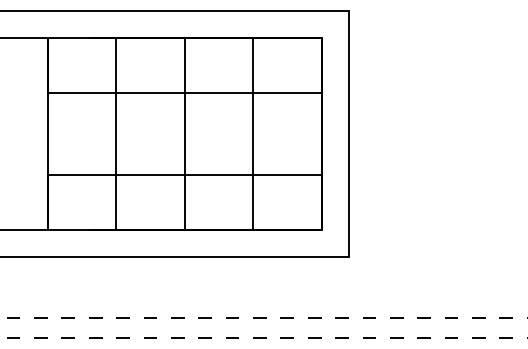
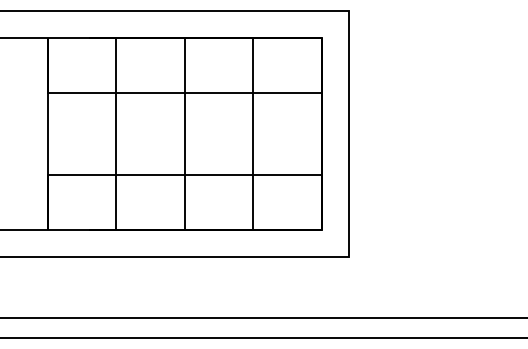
line at (264, 318): dashed -> solid
line at (264, 338): dashed -> solid
